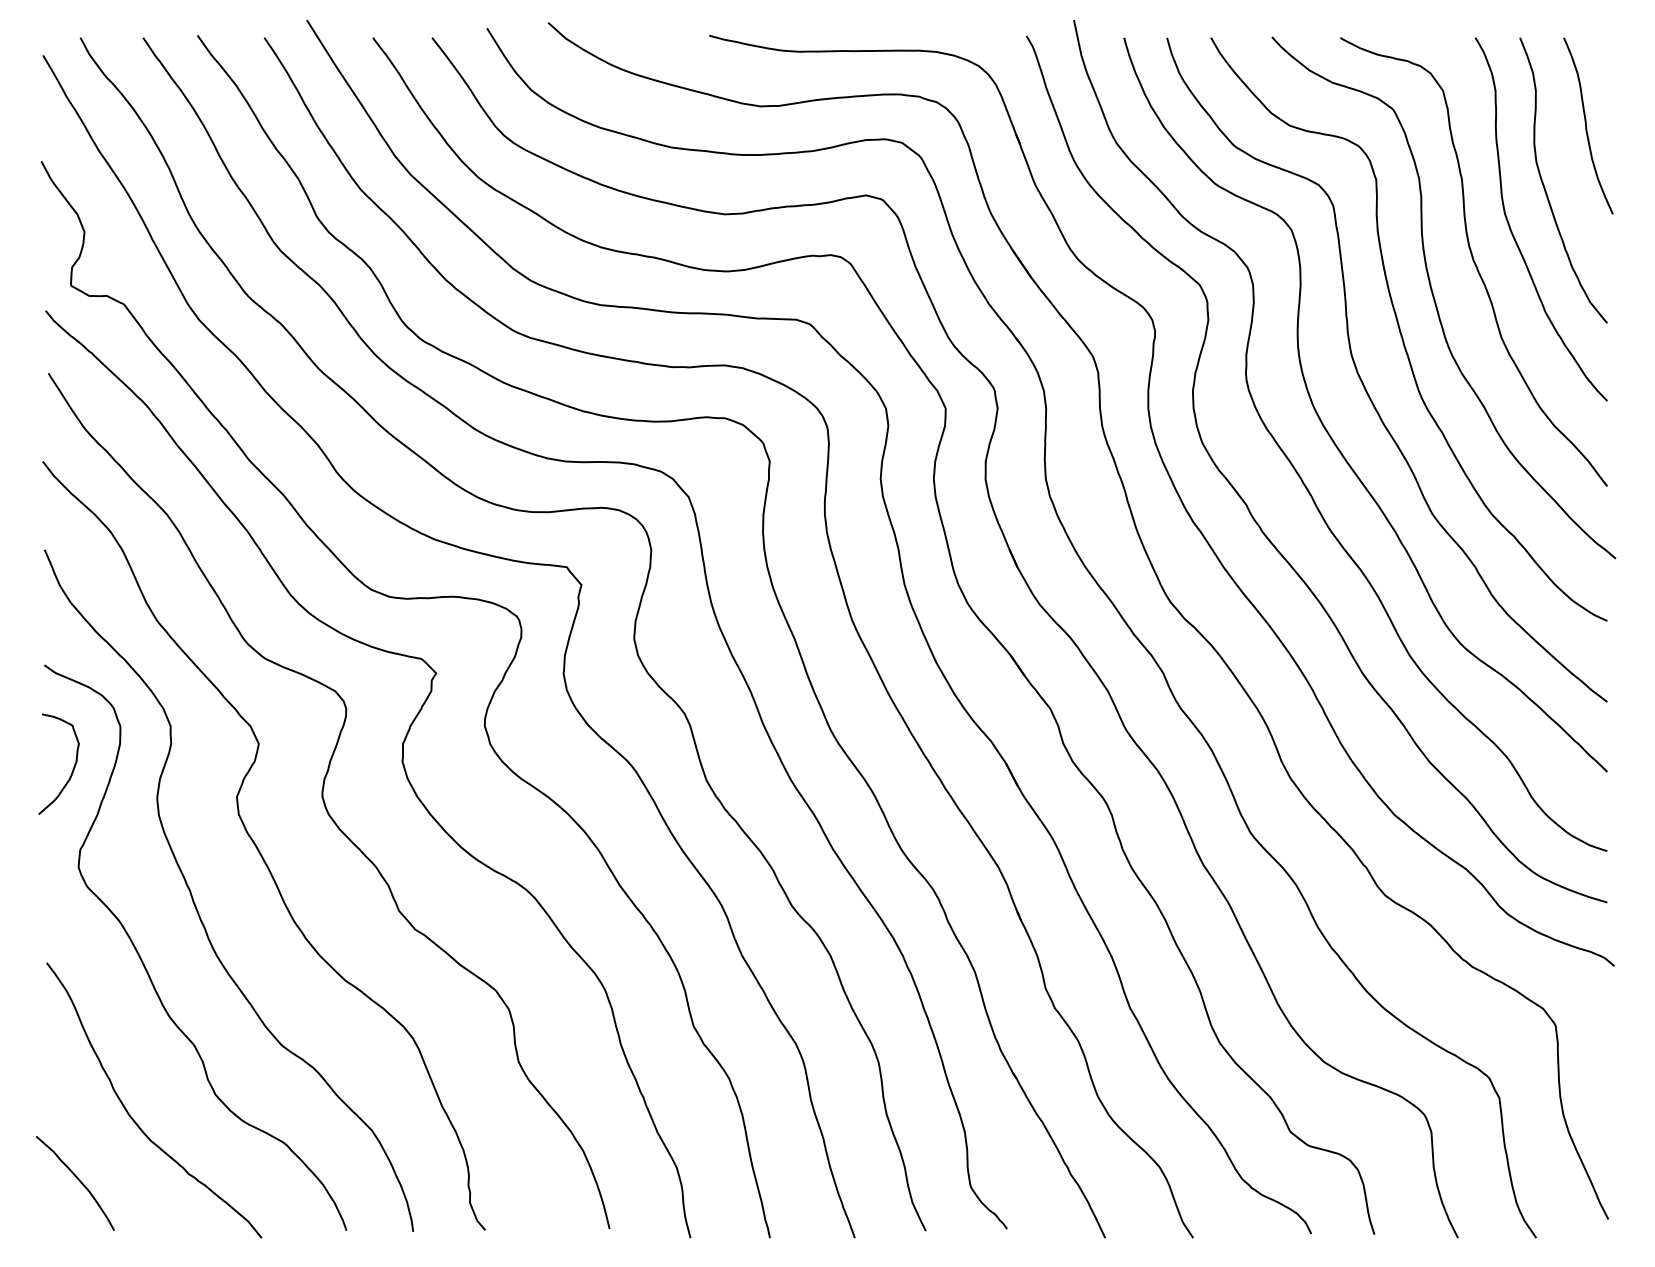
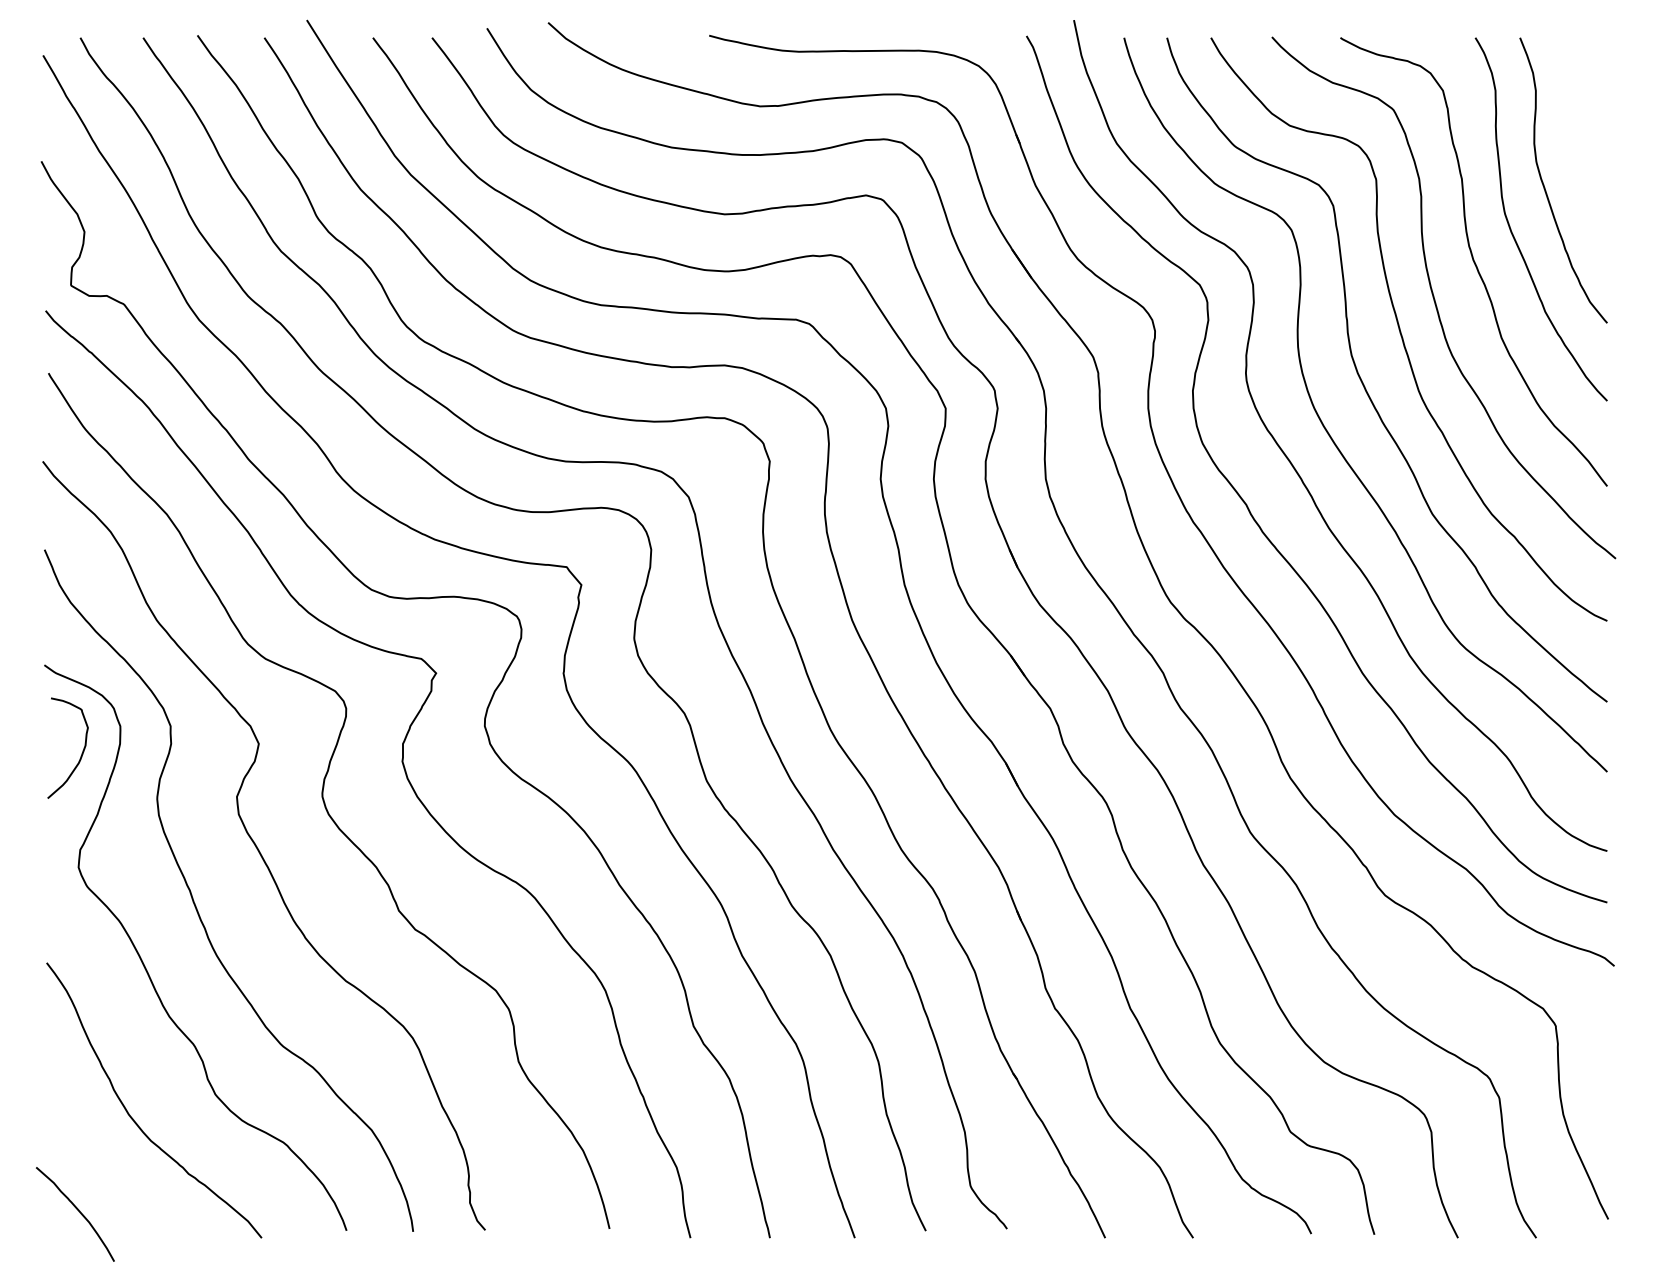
curve at (1586, 125): present -> none
curve at (72, 769) position: (72, 769) -> (81, 753)
curve at (78, 1180) position: (78, 1180) -> (78, 1211)
